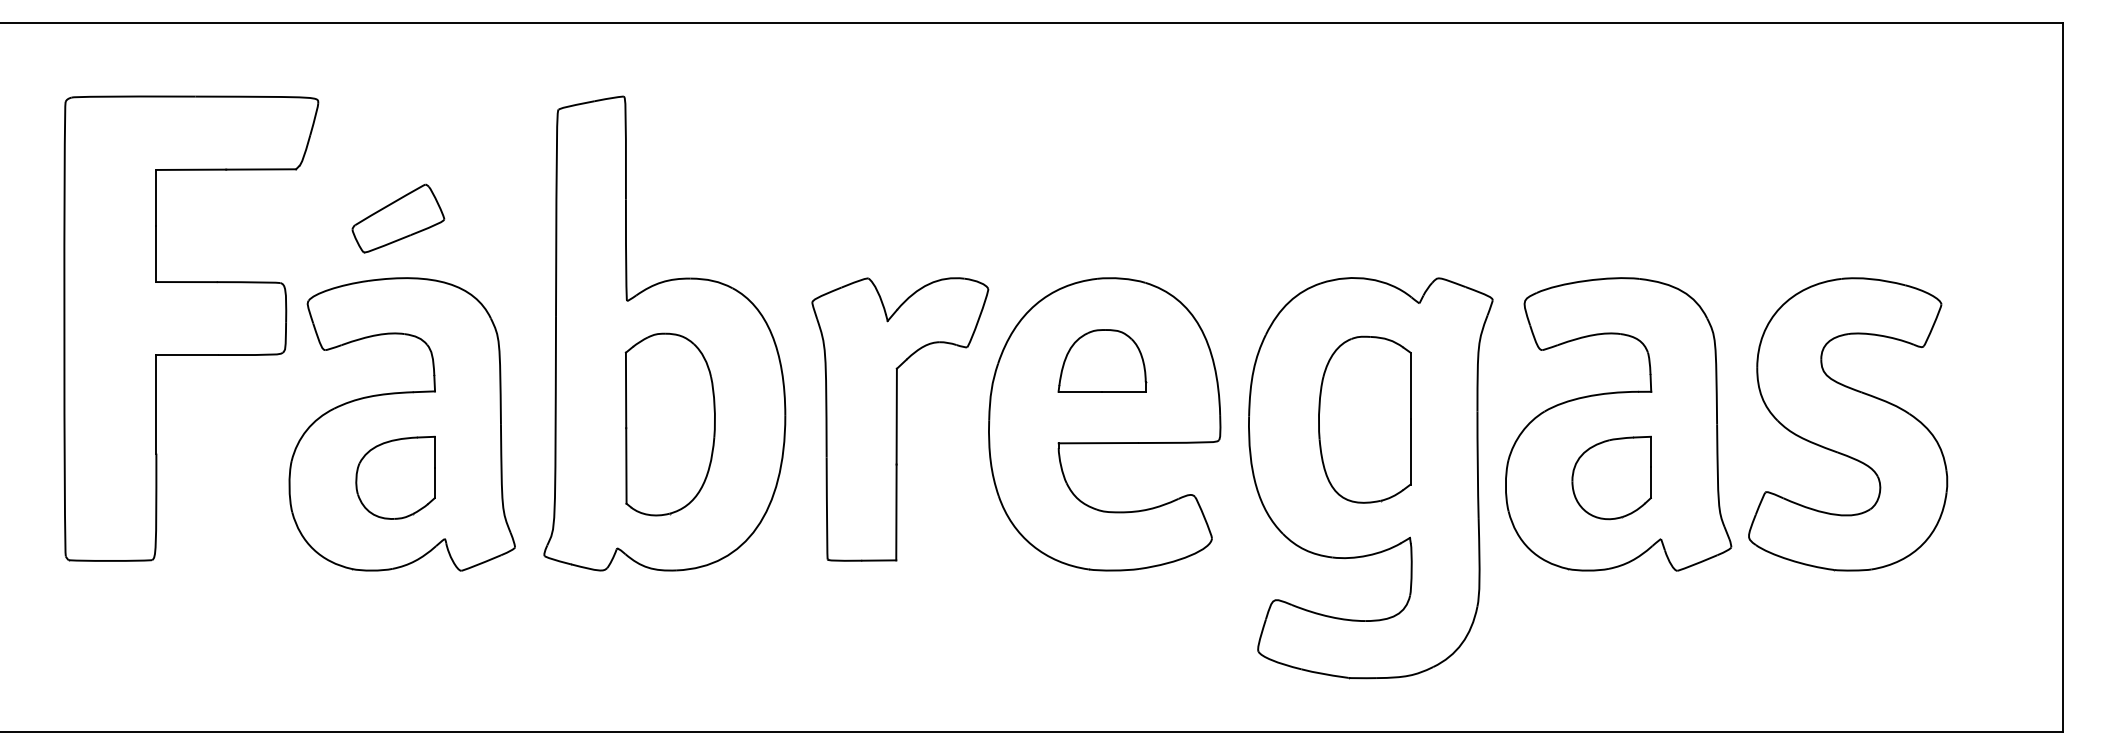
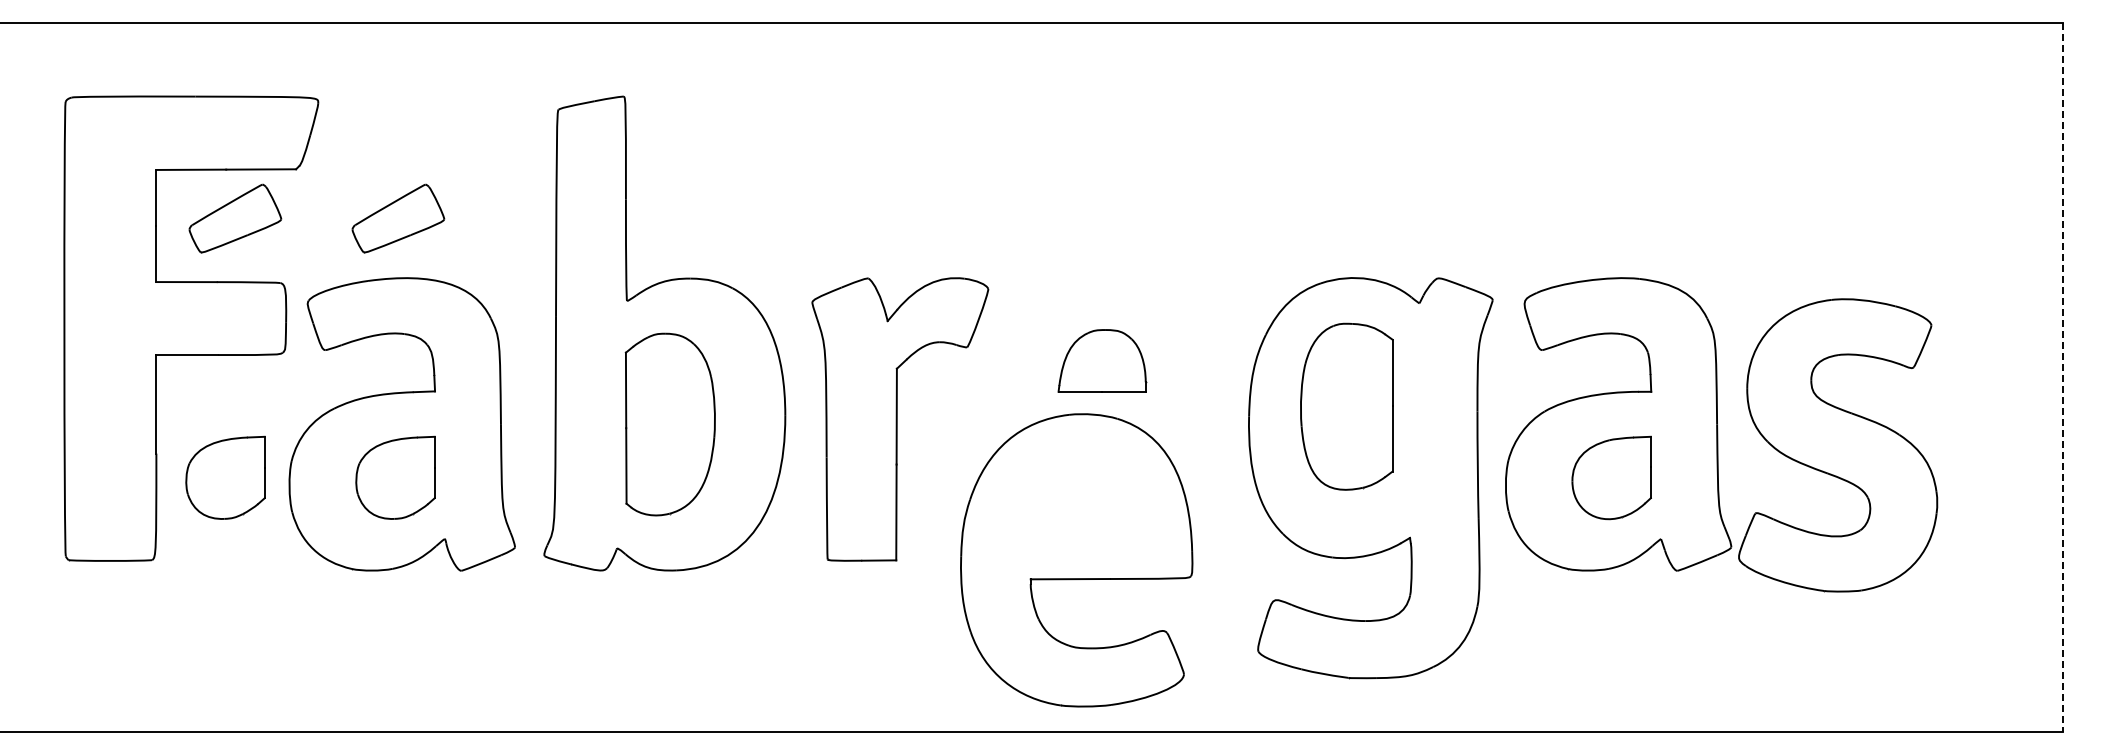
part at (235, 218): none -> present
line at (2063, 377): solid -> dashed
part at (1364, 419) position: (1364, 419) -> (1346, 406)
part at (1104, 424) position: (1104, 424) -> (1076, 560)
part at (1848, 424) position: (1848, 424) -> (1838, 445)
part at (225, 477): none -> present
